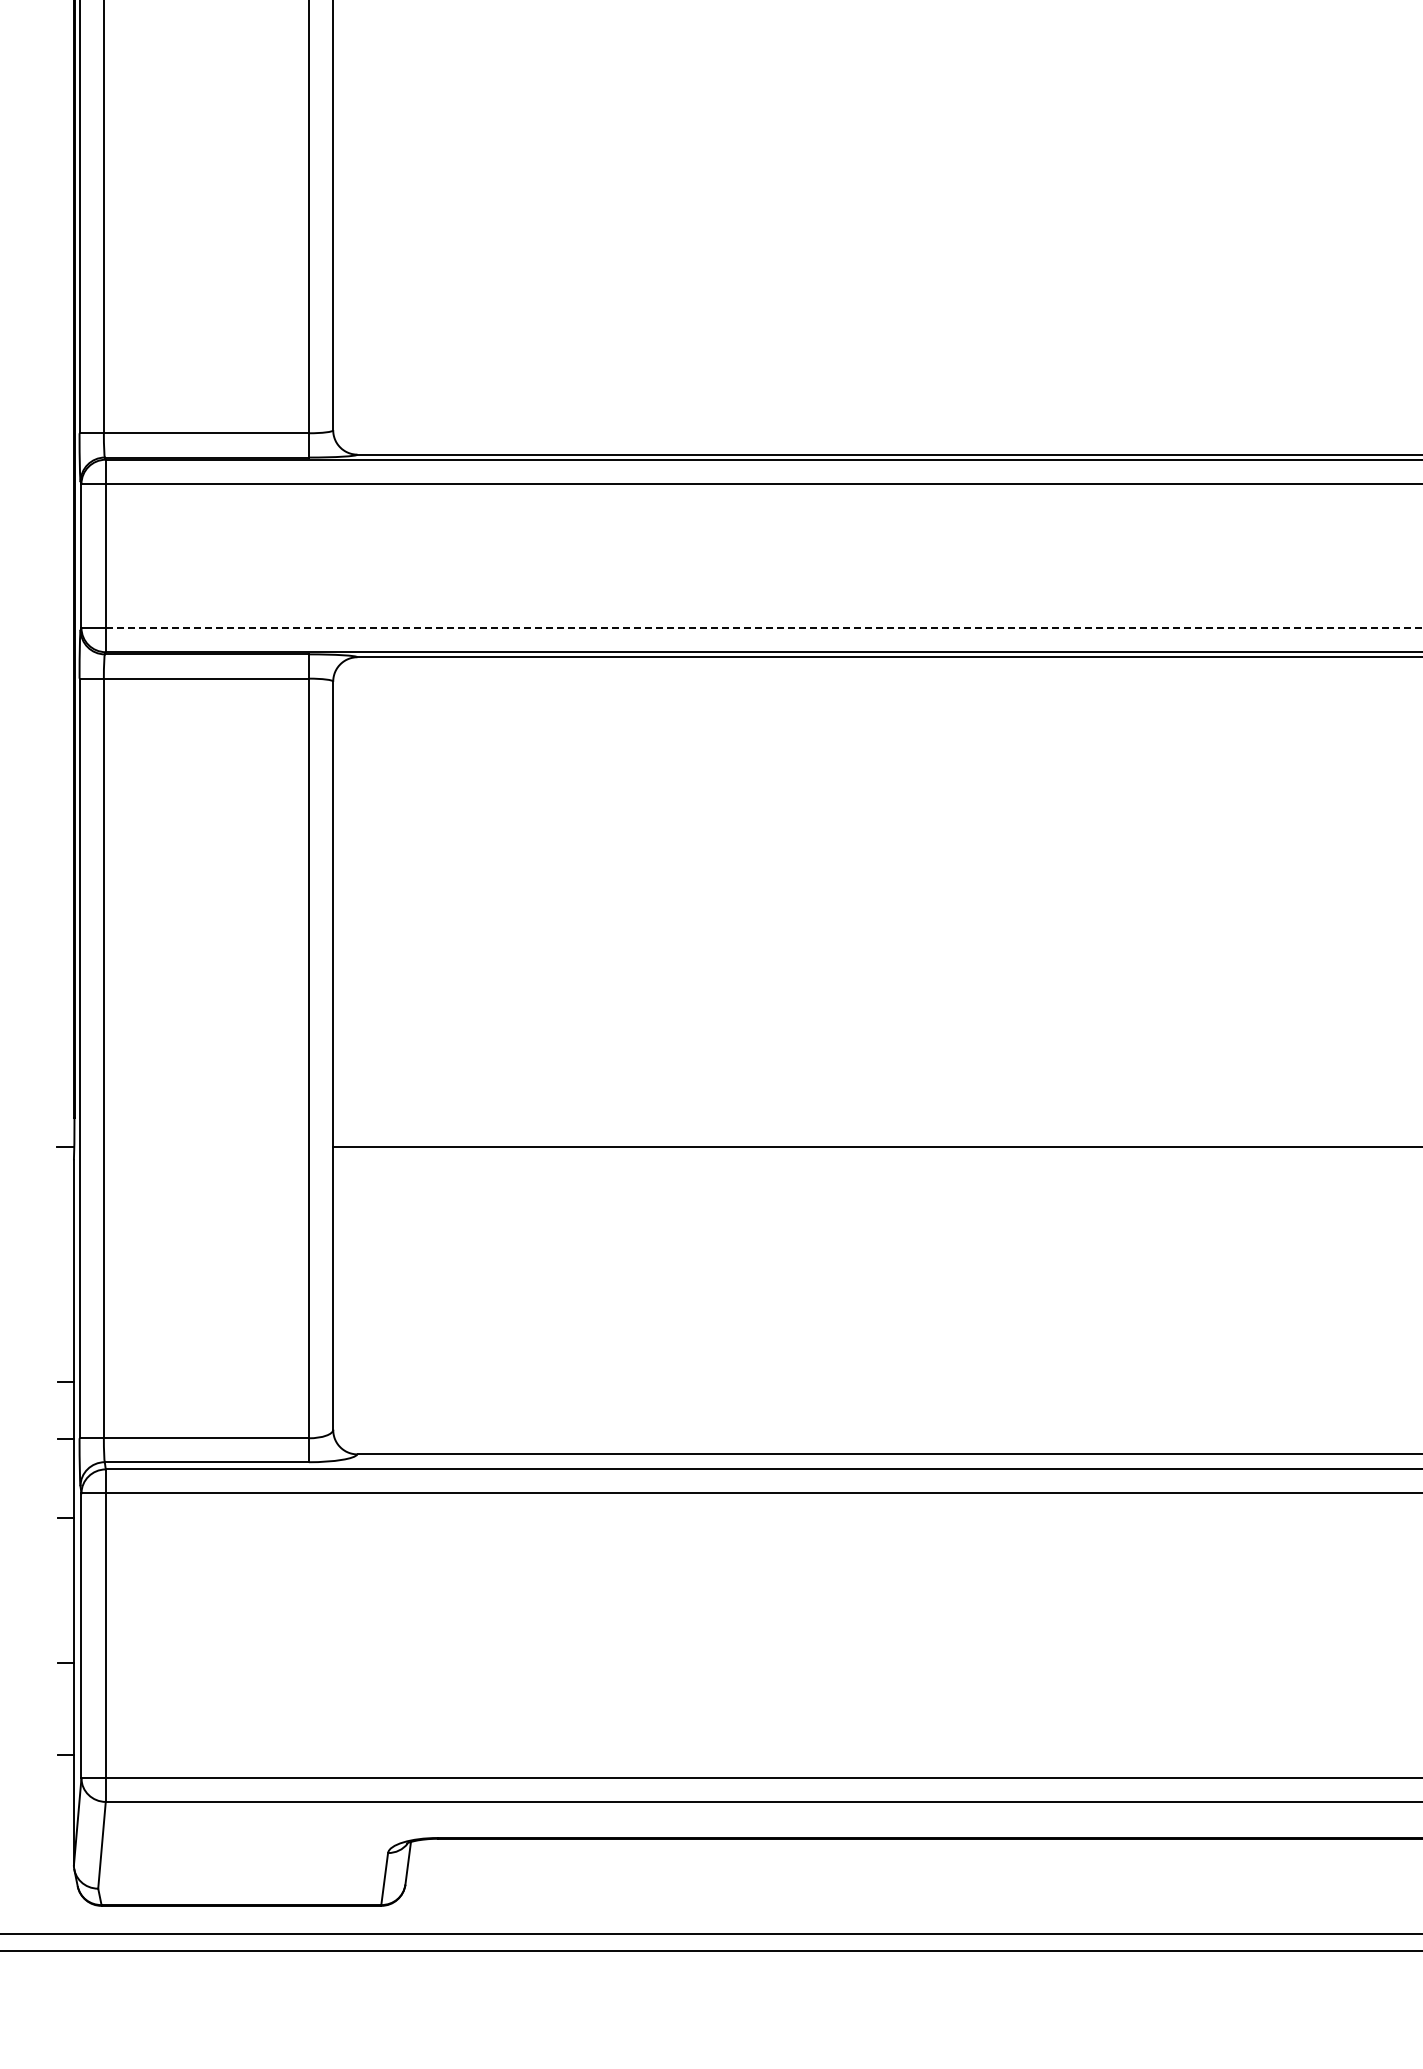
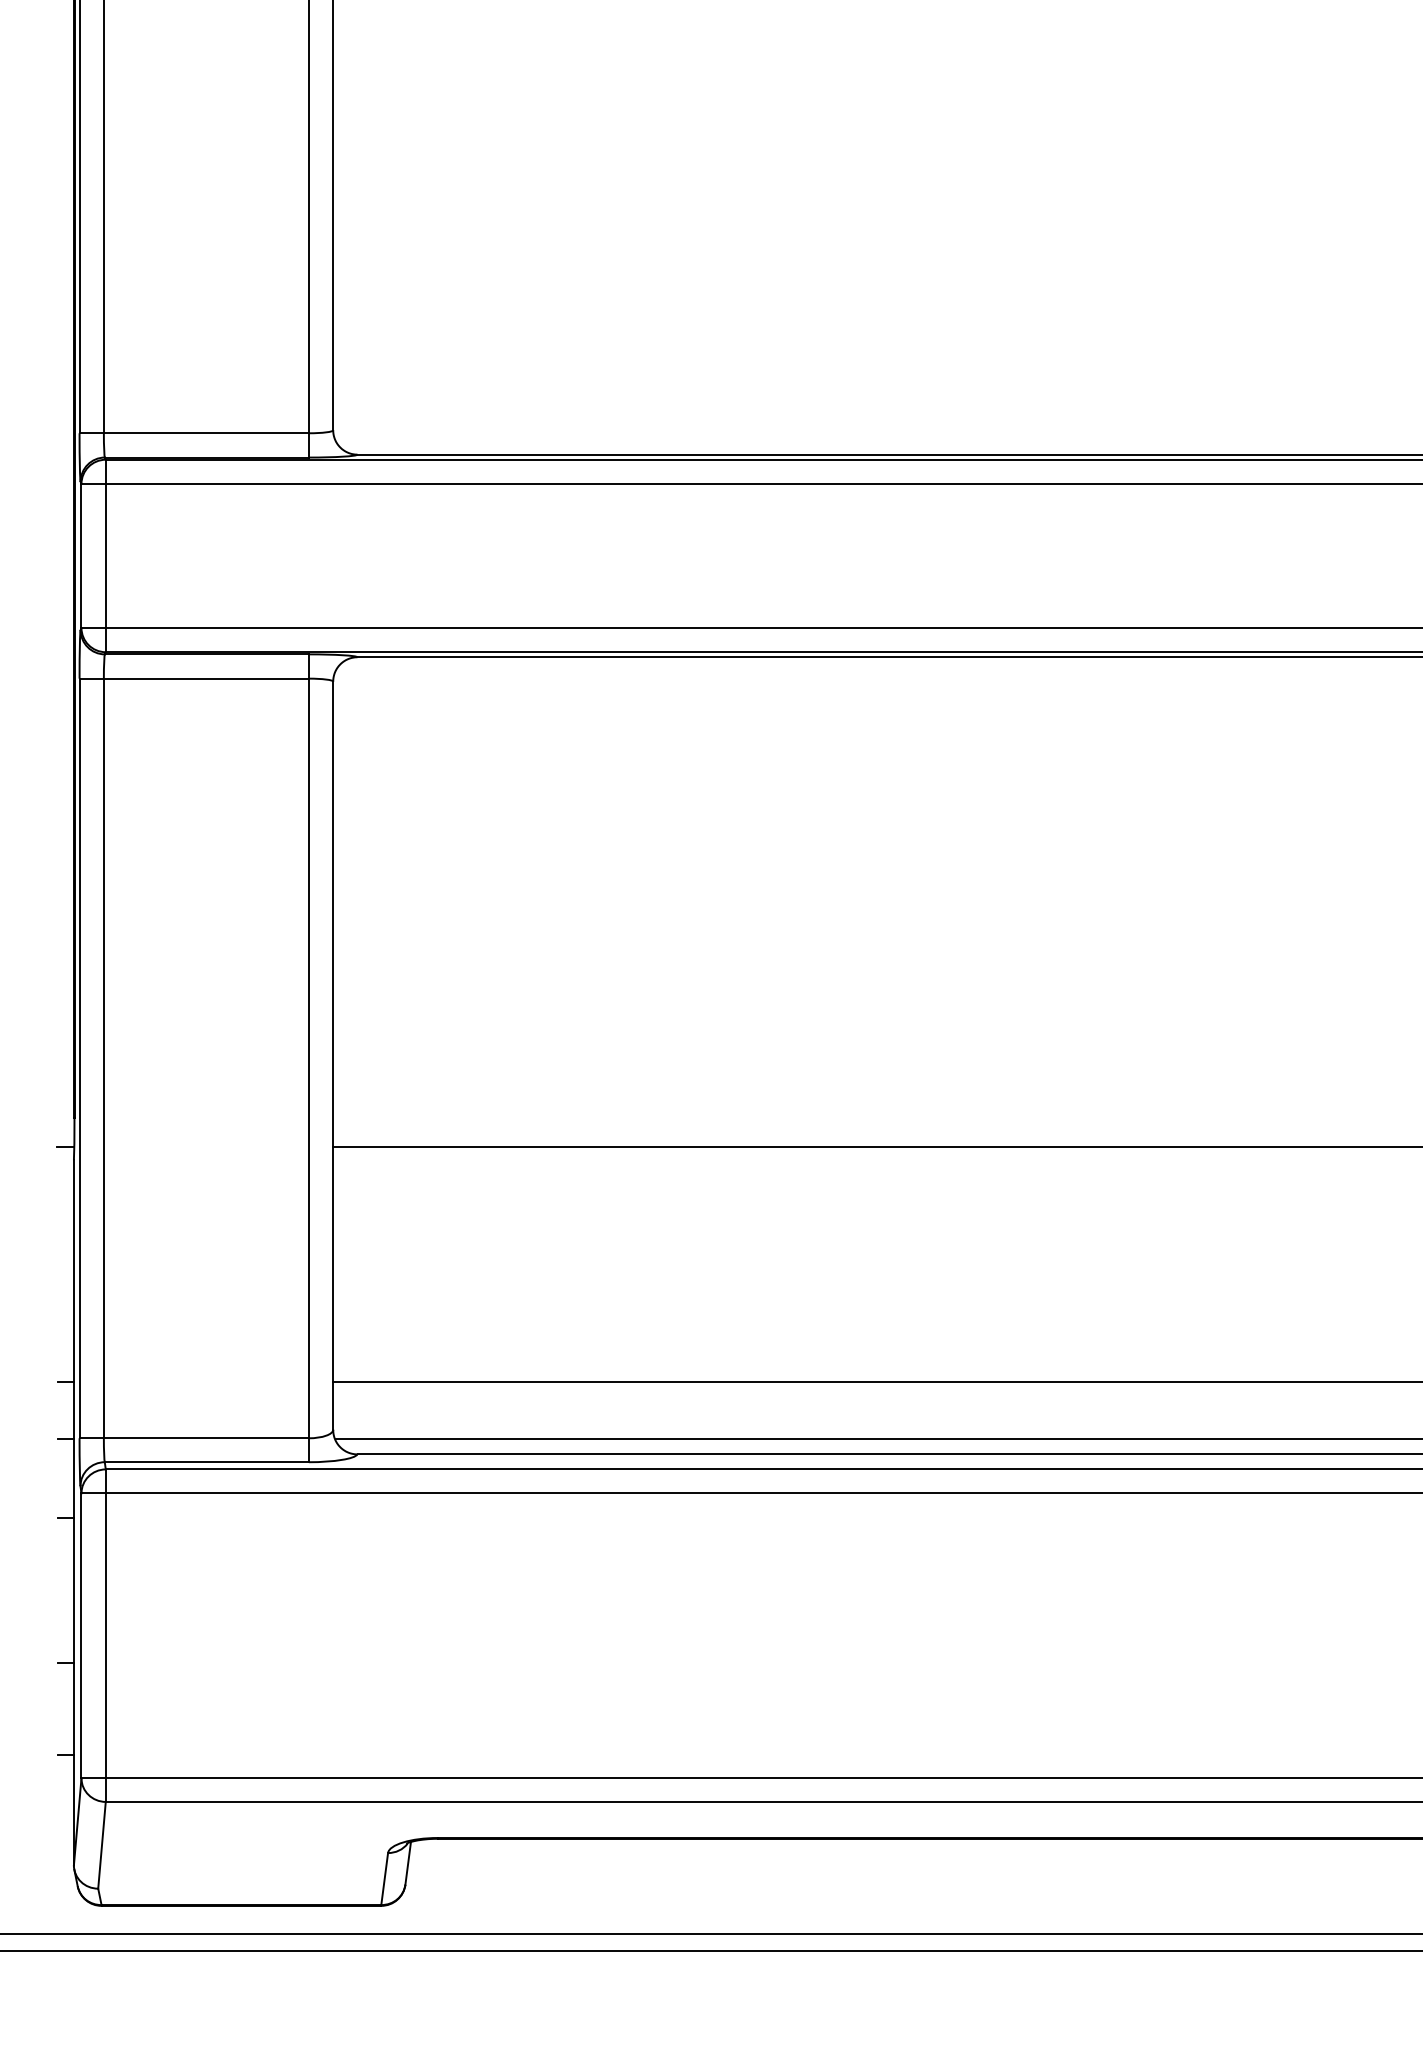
line at (764, 627): dashed -> solid
line at (876, 1382): none -> present
line at (877, 1439): none -> present
